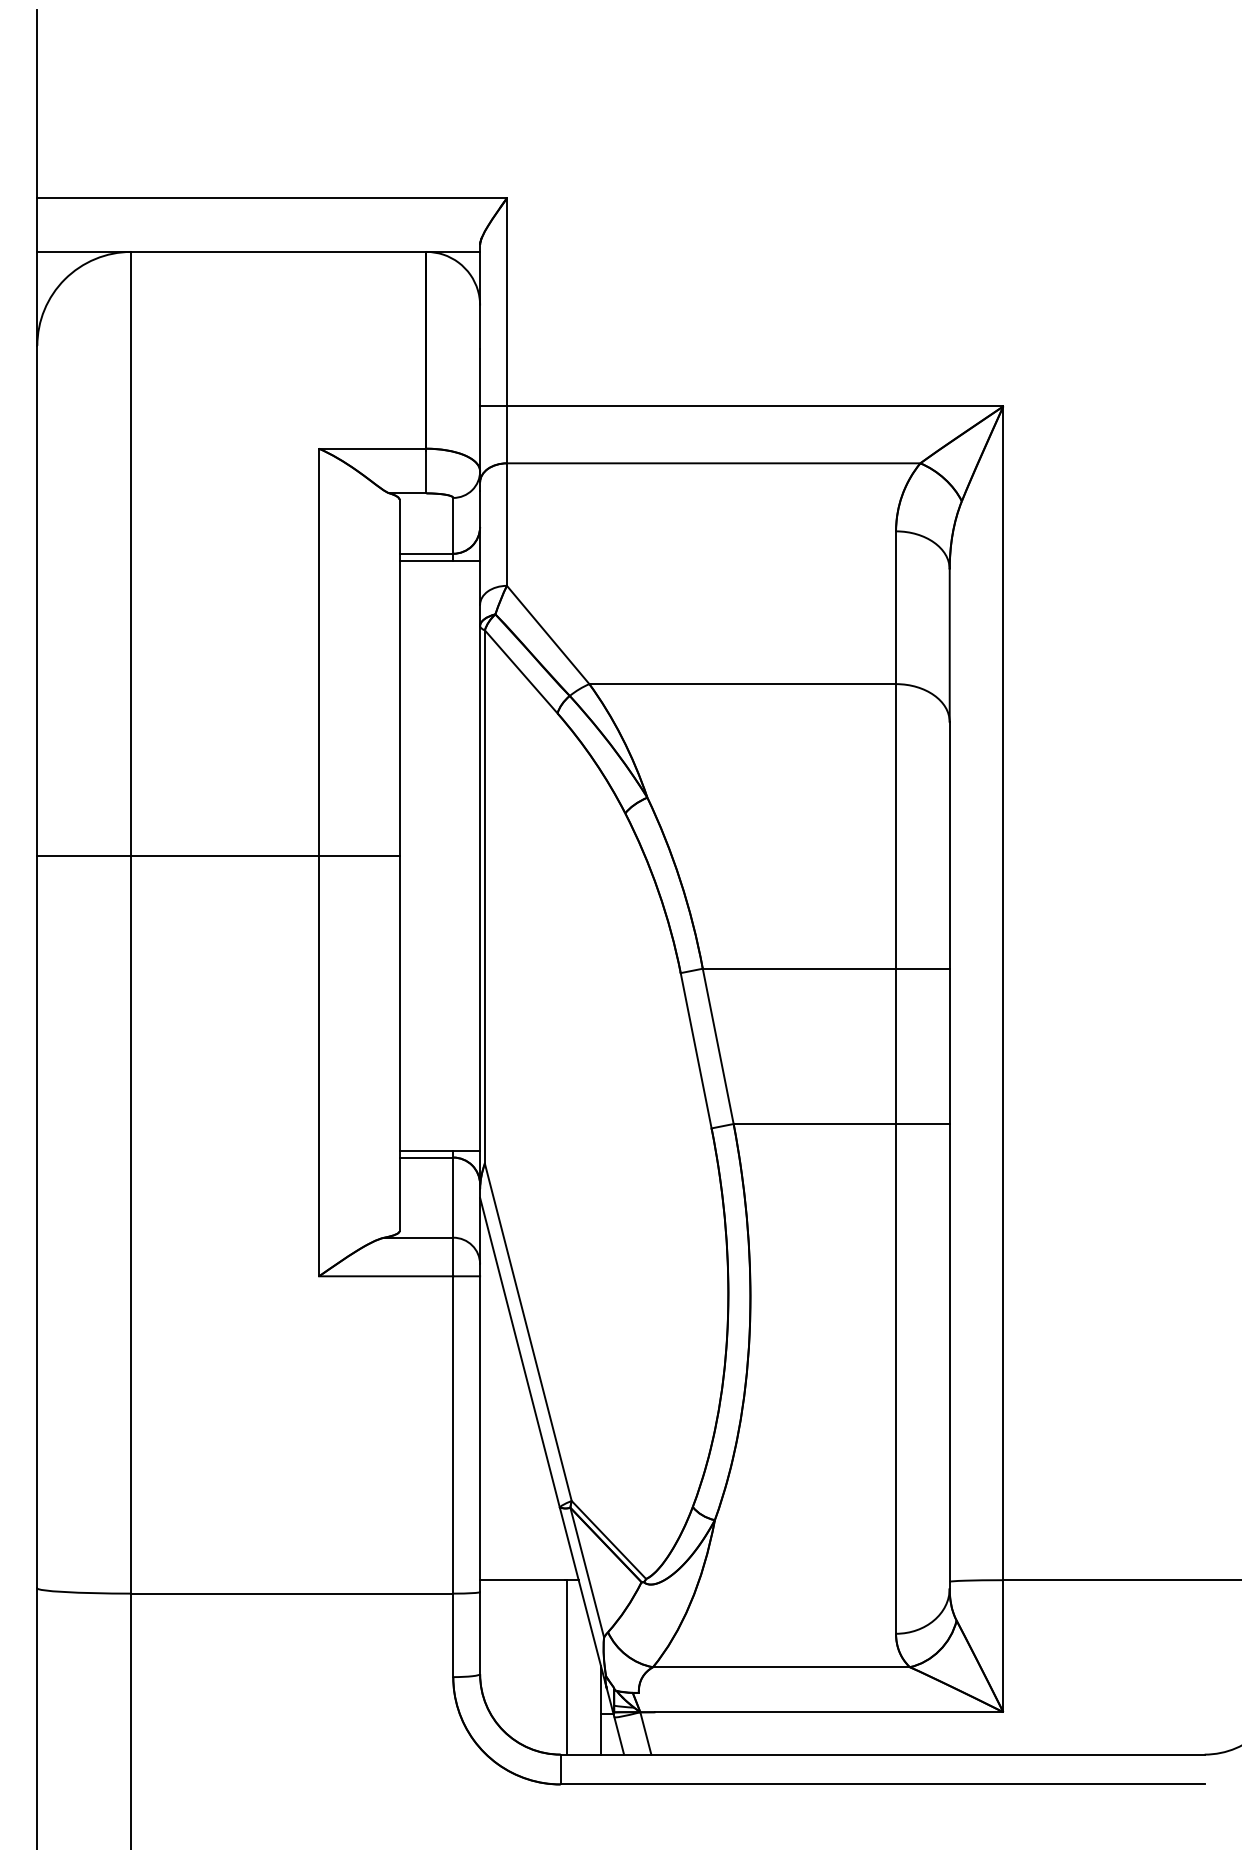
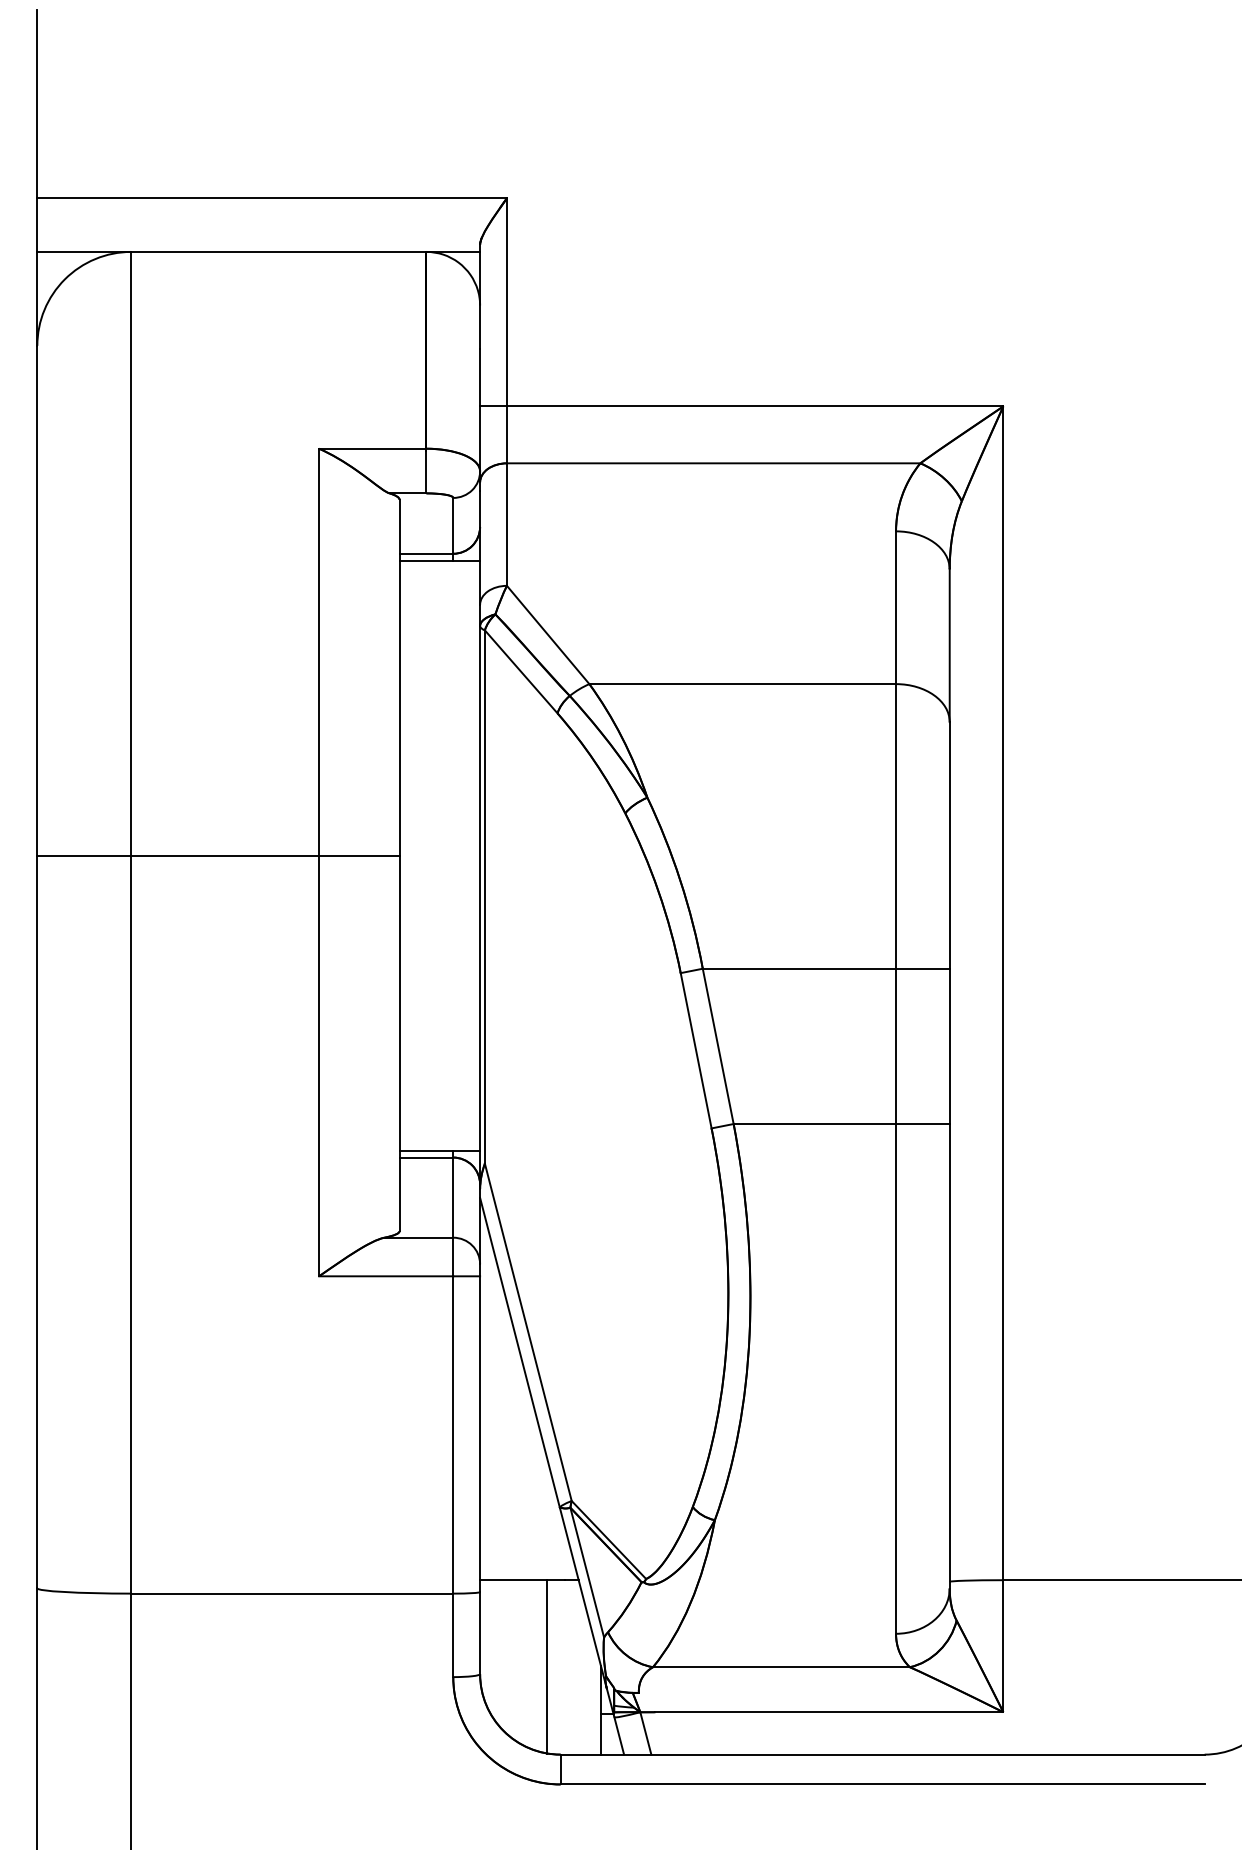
line at (567, 1666) position: (567, 1666) -> (547, 1666)
